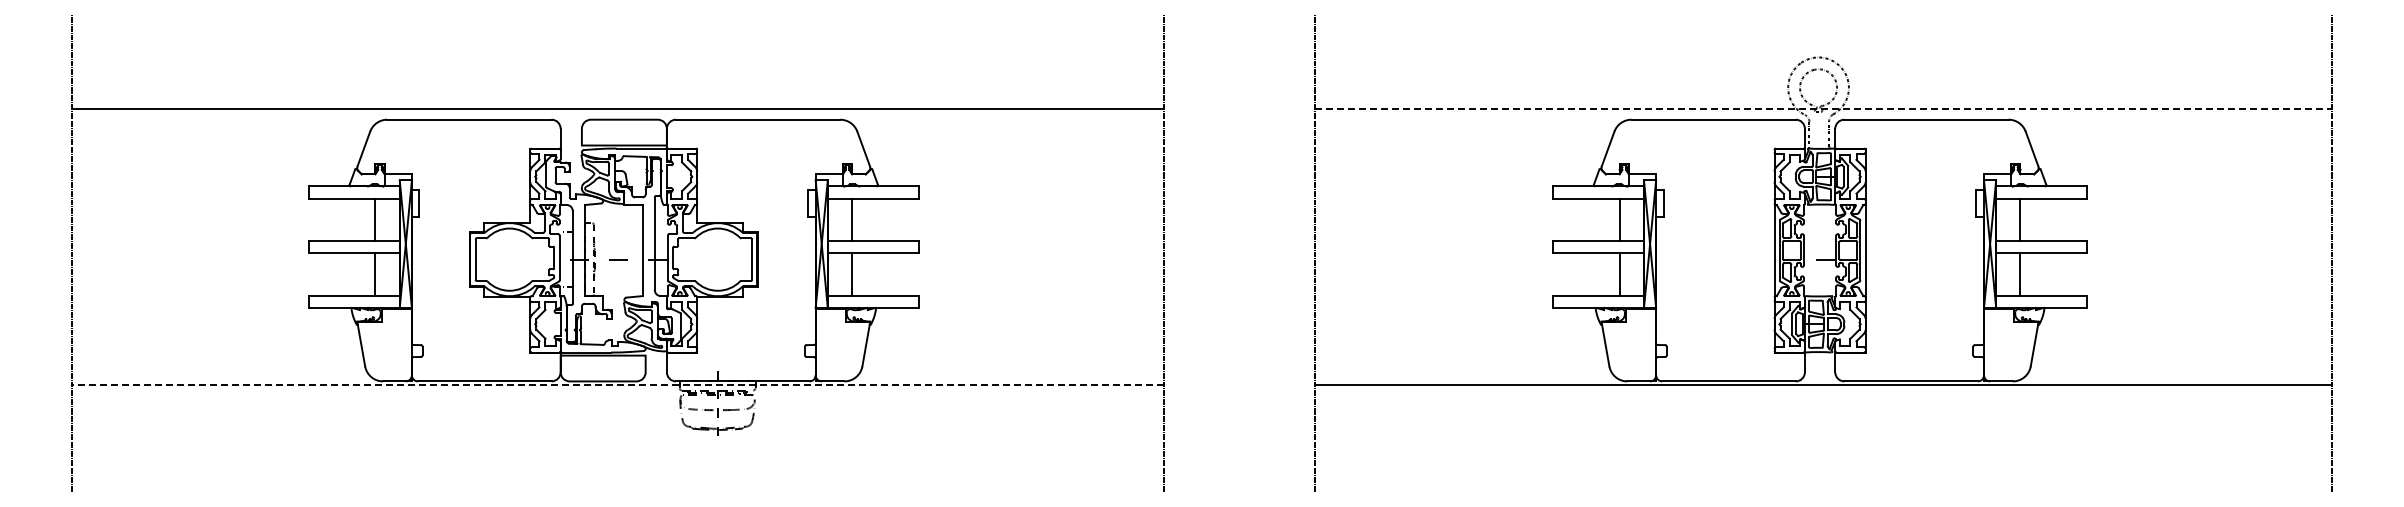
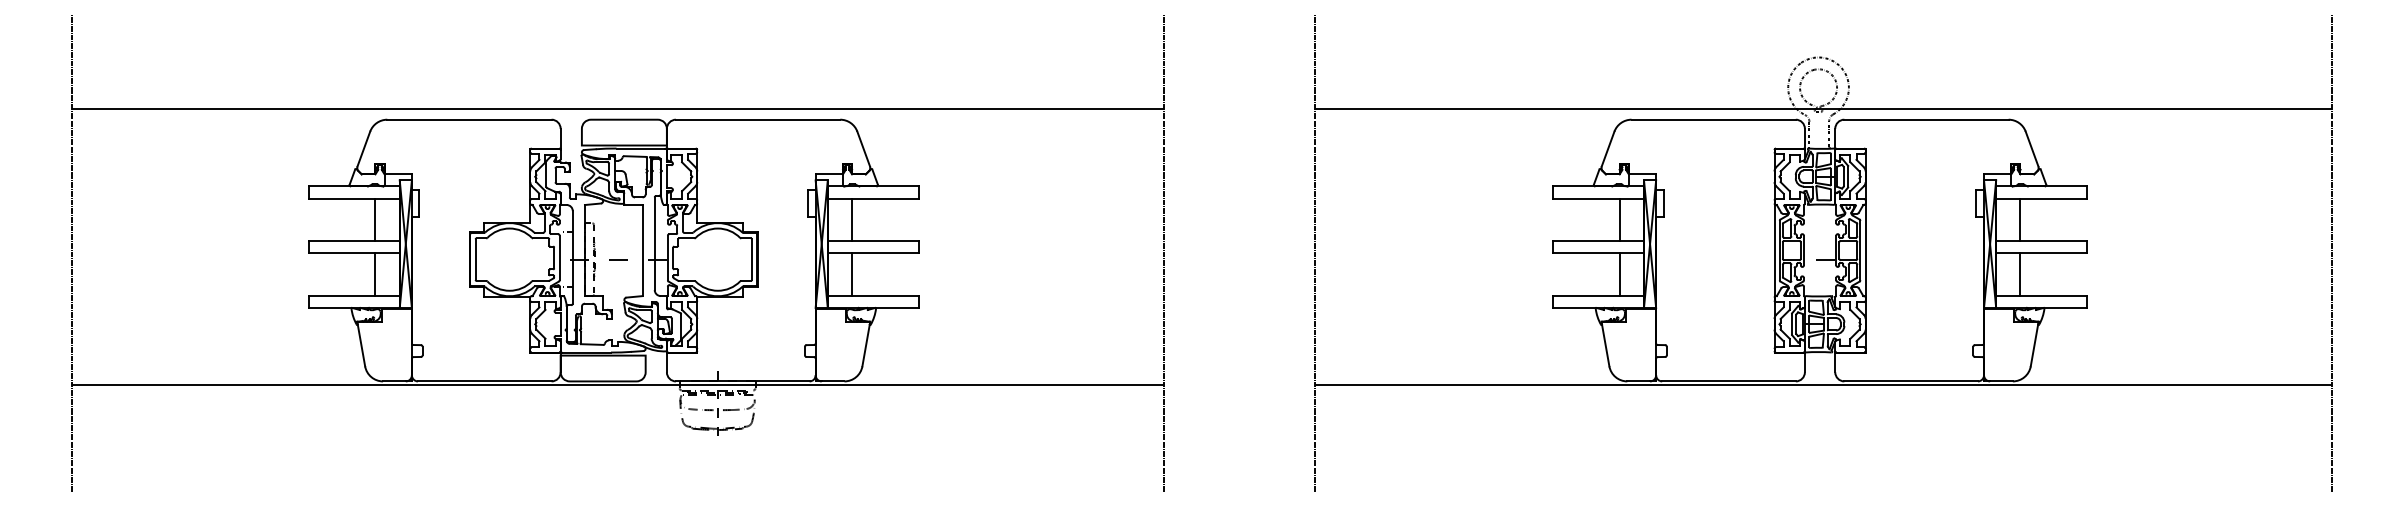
line at (1824, 109): dashed -> solid
line at (617, 385): dashed -> solid
